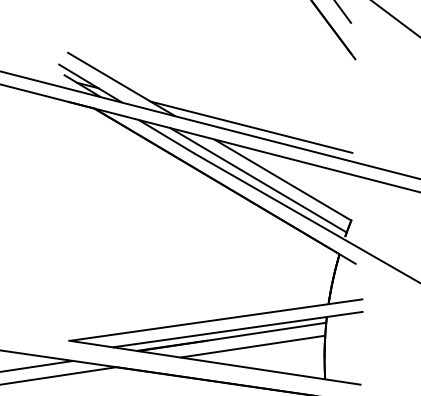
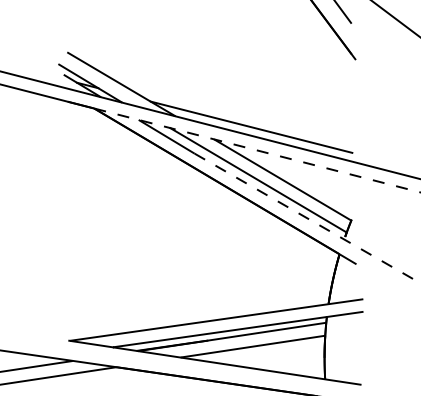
line at (257, 150): solid -> dashed
line at (308, 218): solid -> dashed
